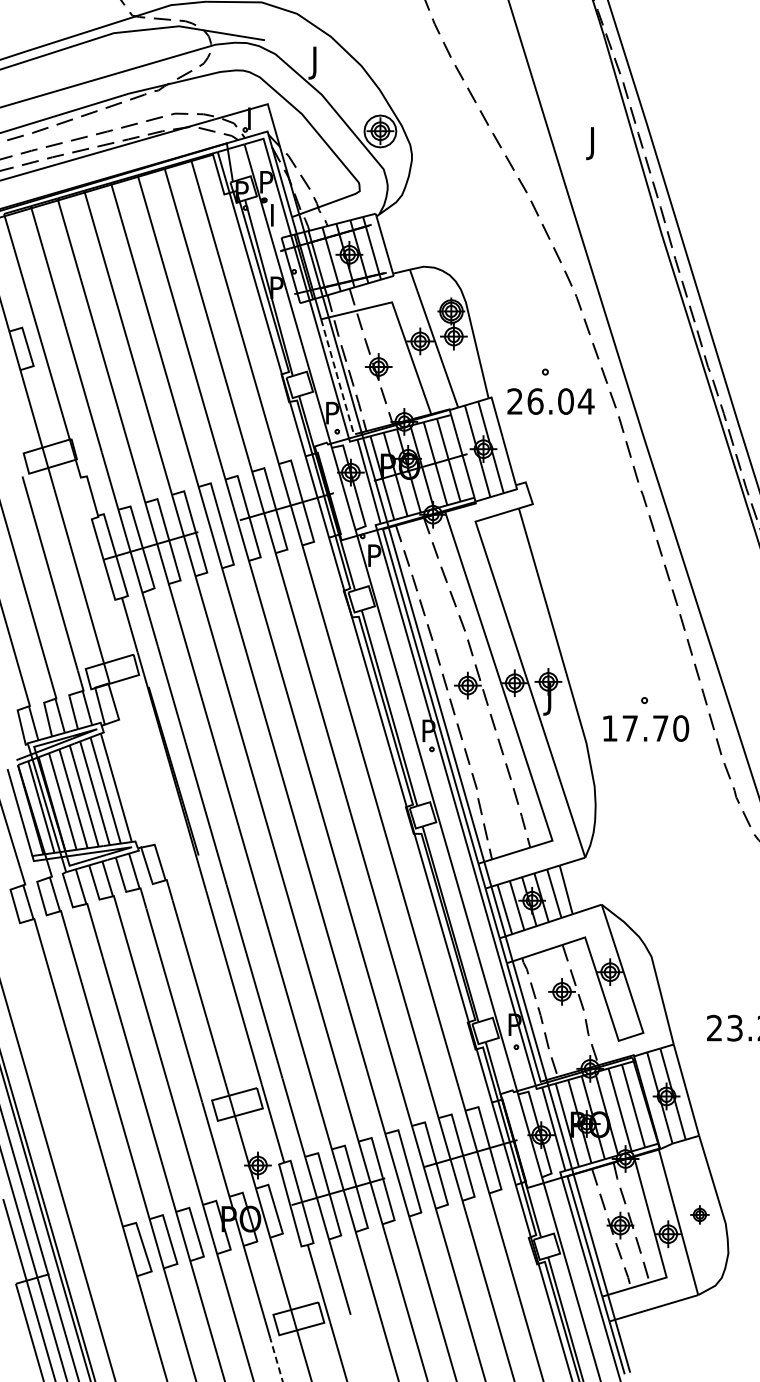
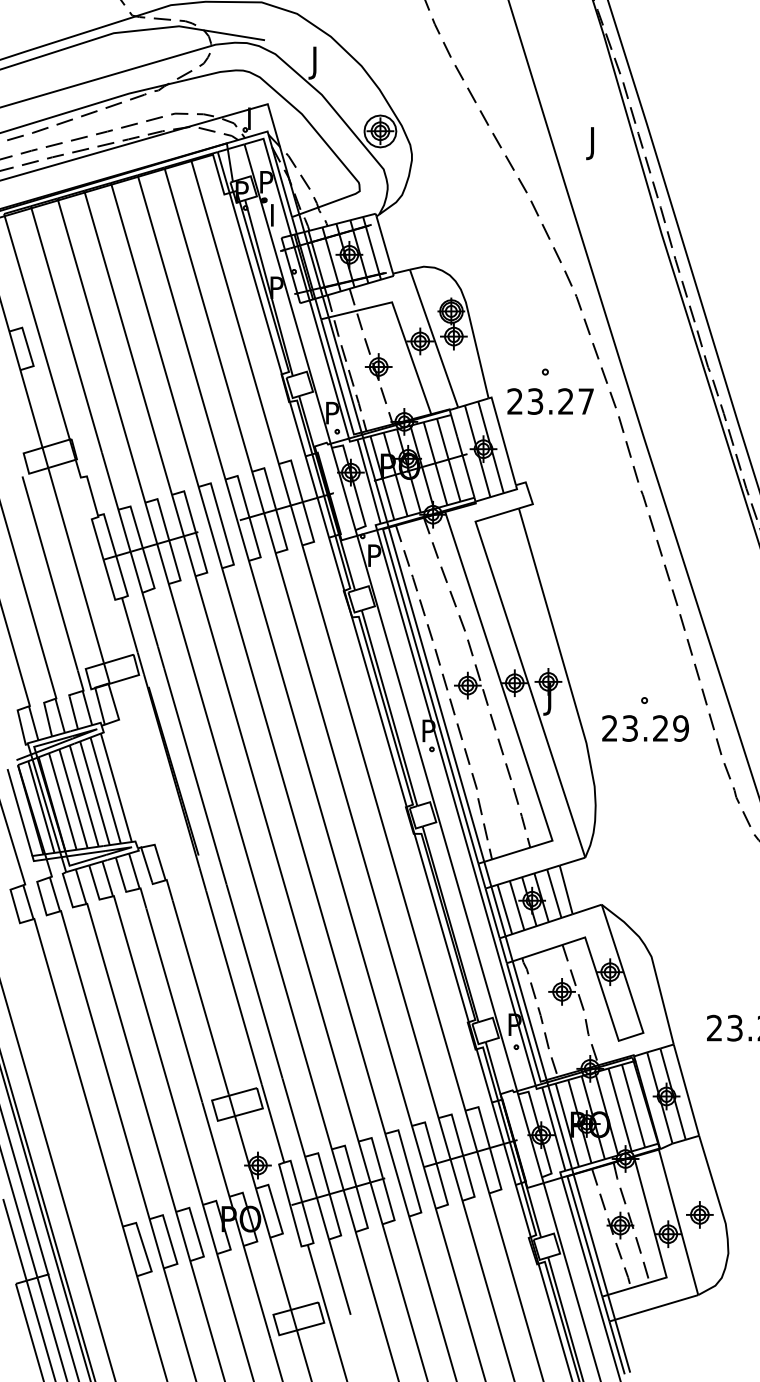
line at (338, 381): dashed -> solid
text at (560, 401): 26.04 -> 23.27
text at (645, 728): 17.70 -> 23.29
part at (699, 1214) size: 20x20 px -> 28x28 px
line at (276, 1359): dashed -> solid
